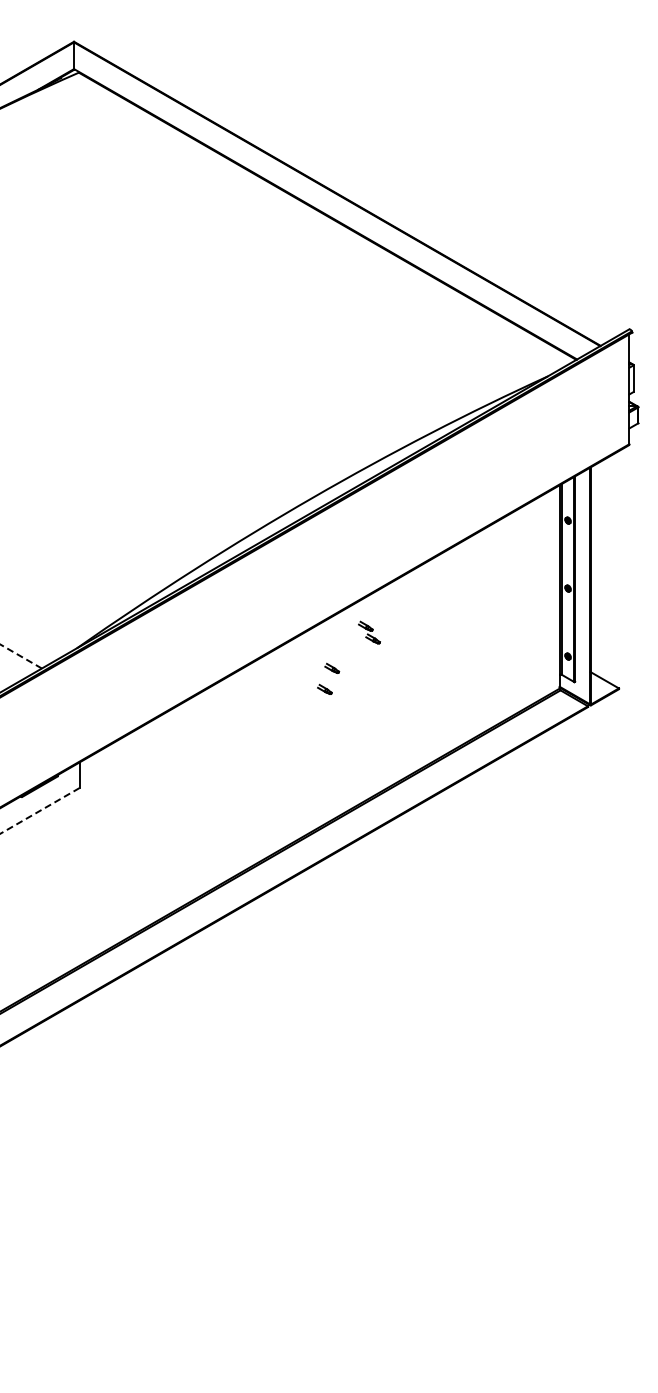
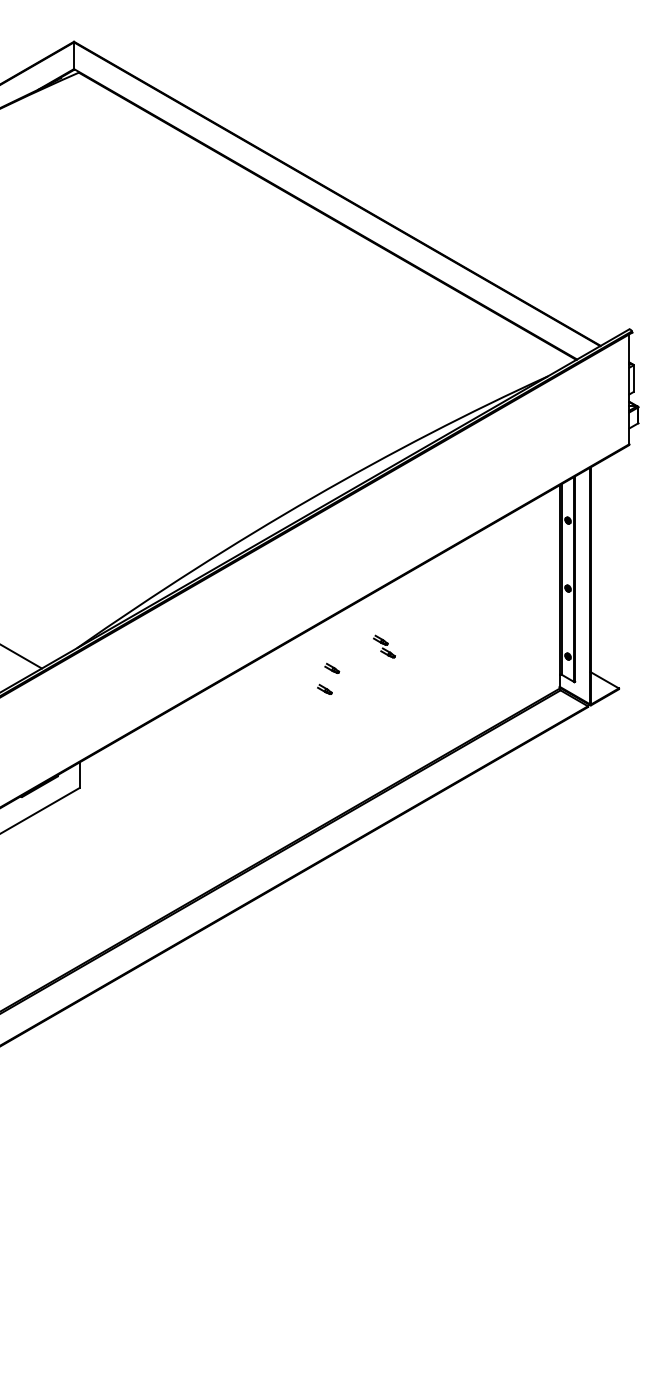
part at (369, 632) position: (369, 632) -> (384, 646)
line at (21, 656): dashed -> solid
line at (40, 810): dashed -> solid
